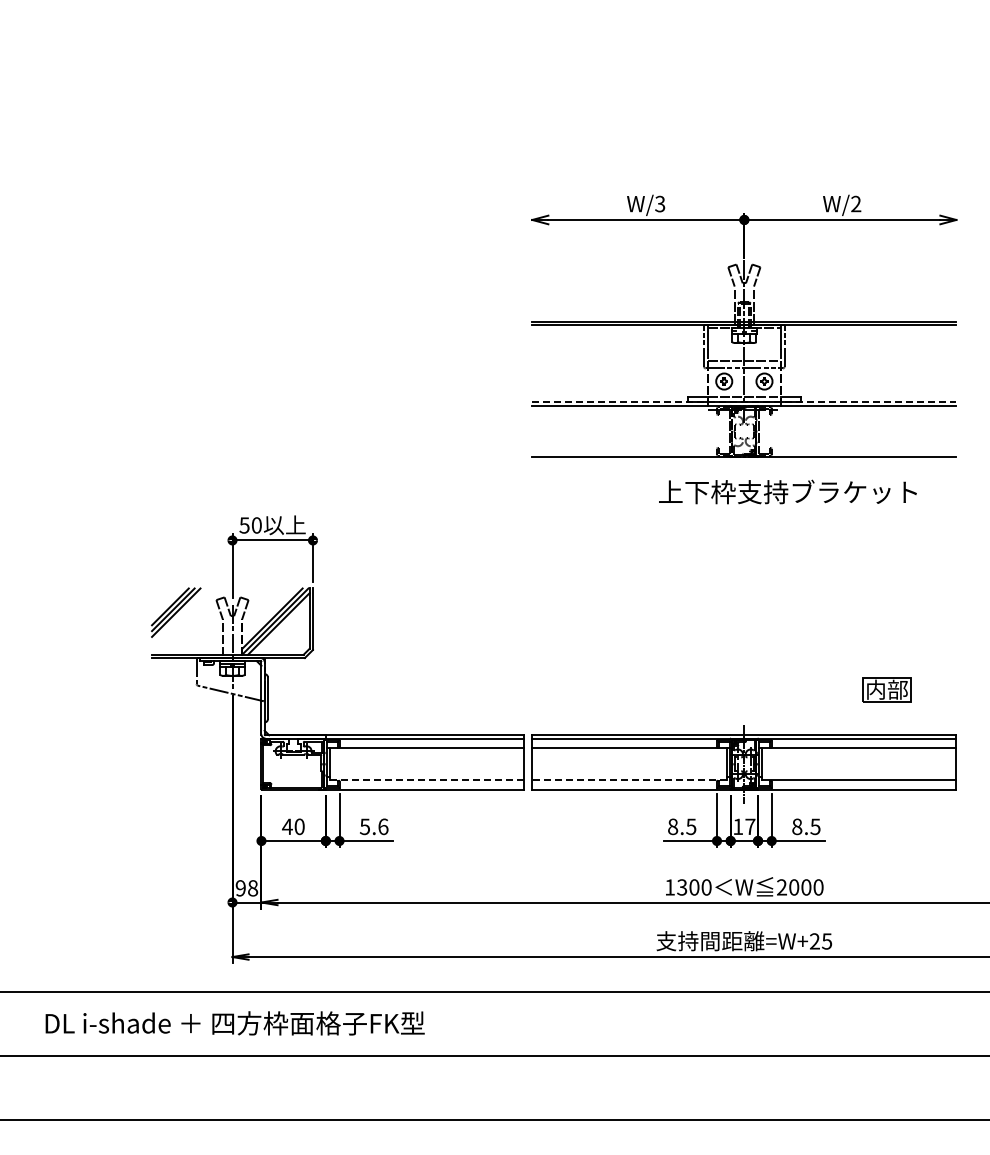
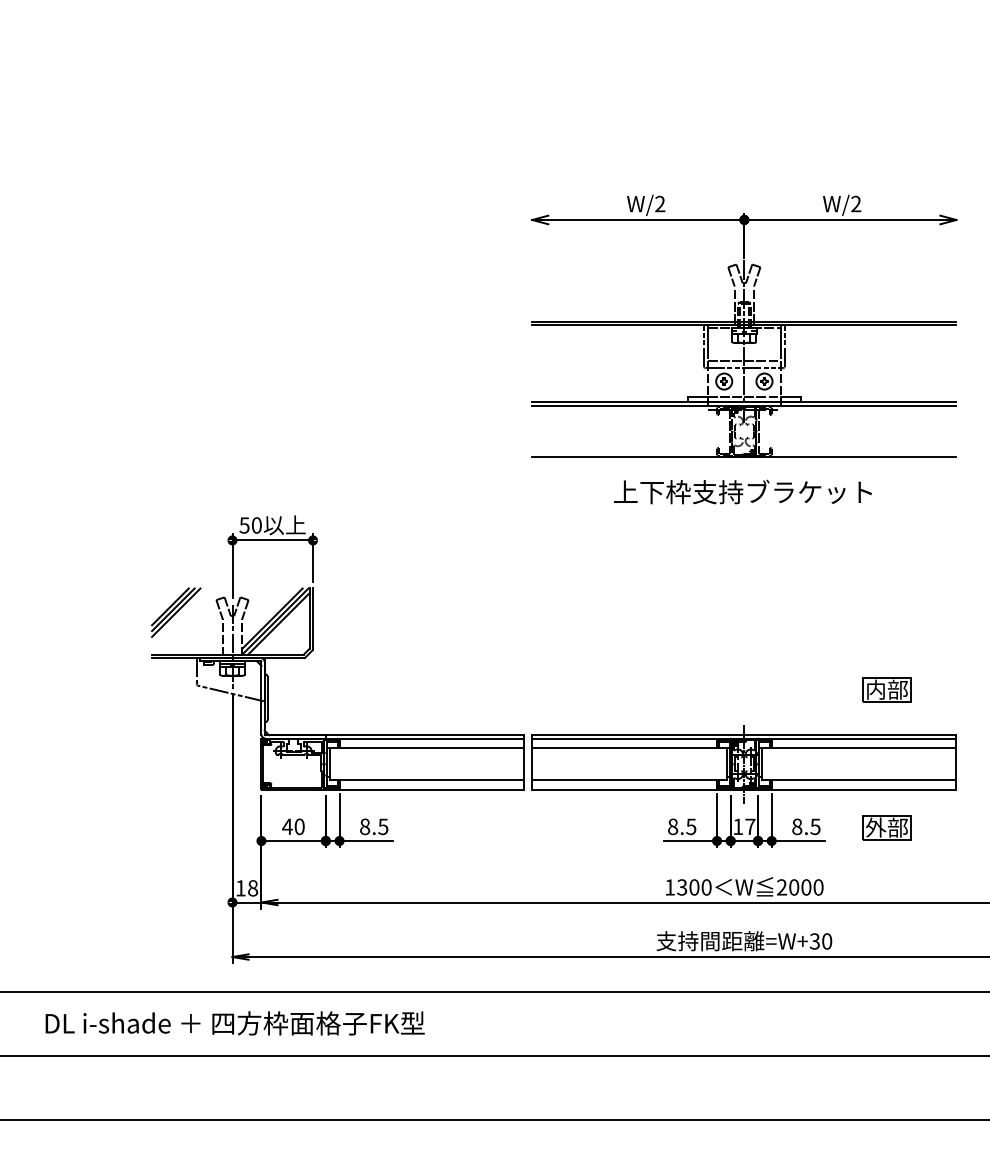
text at (660, 204): W/3 -> W/2
line at (744, 401): dashed -> solid
text at (787, 491) position: (787, 491) -> (742, 491)
line at (426, 780): dashed -> solid
line at (628, 780): dashed -> solid
text at (374, 826): 5.6 -> 8.5
part at (886, 827): none -> present
text at (240, 888): 98 -> 18
text at (820, 941): =W+25 -> =W+30
